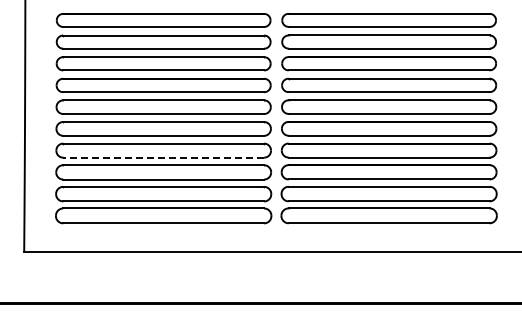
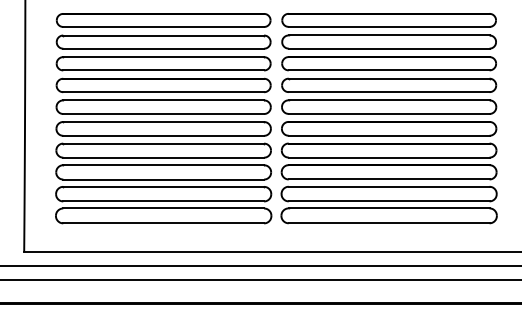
line at (163, 157): dashed -> solid
line at (260, 266): none -> present
line at (260, 279): none -> present
